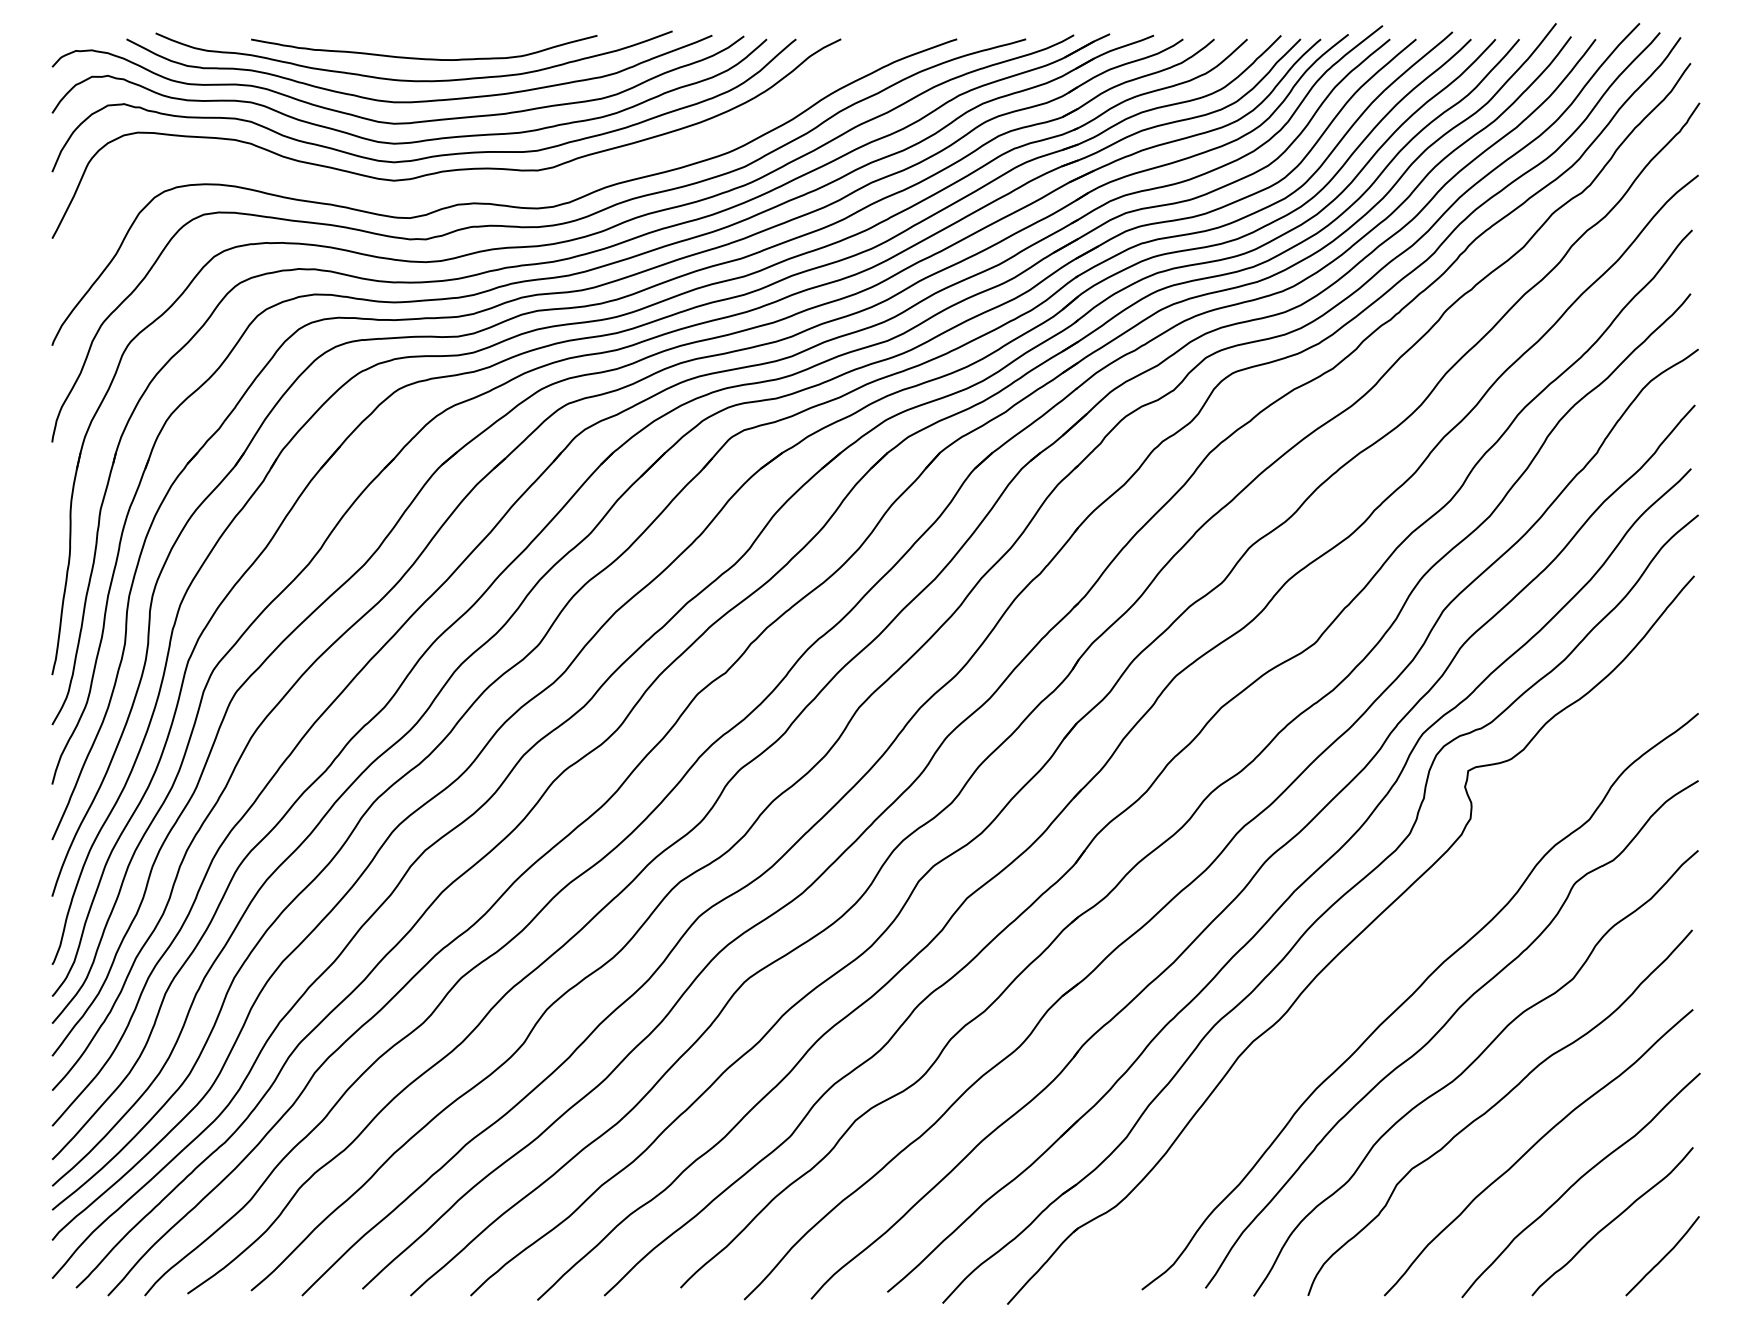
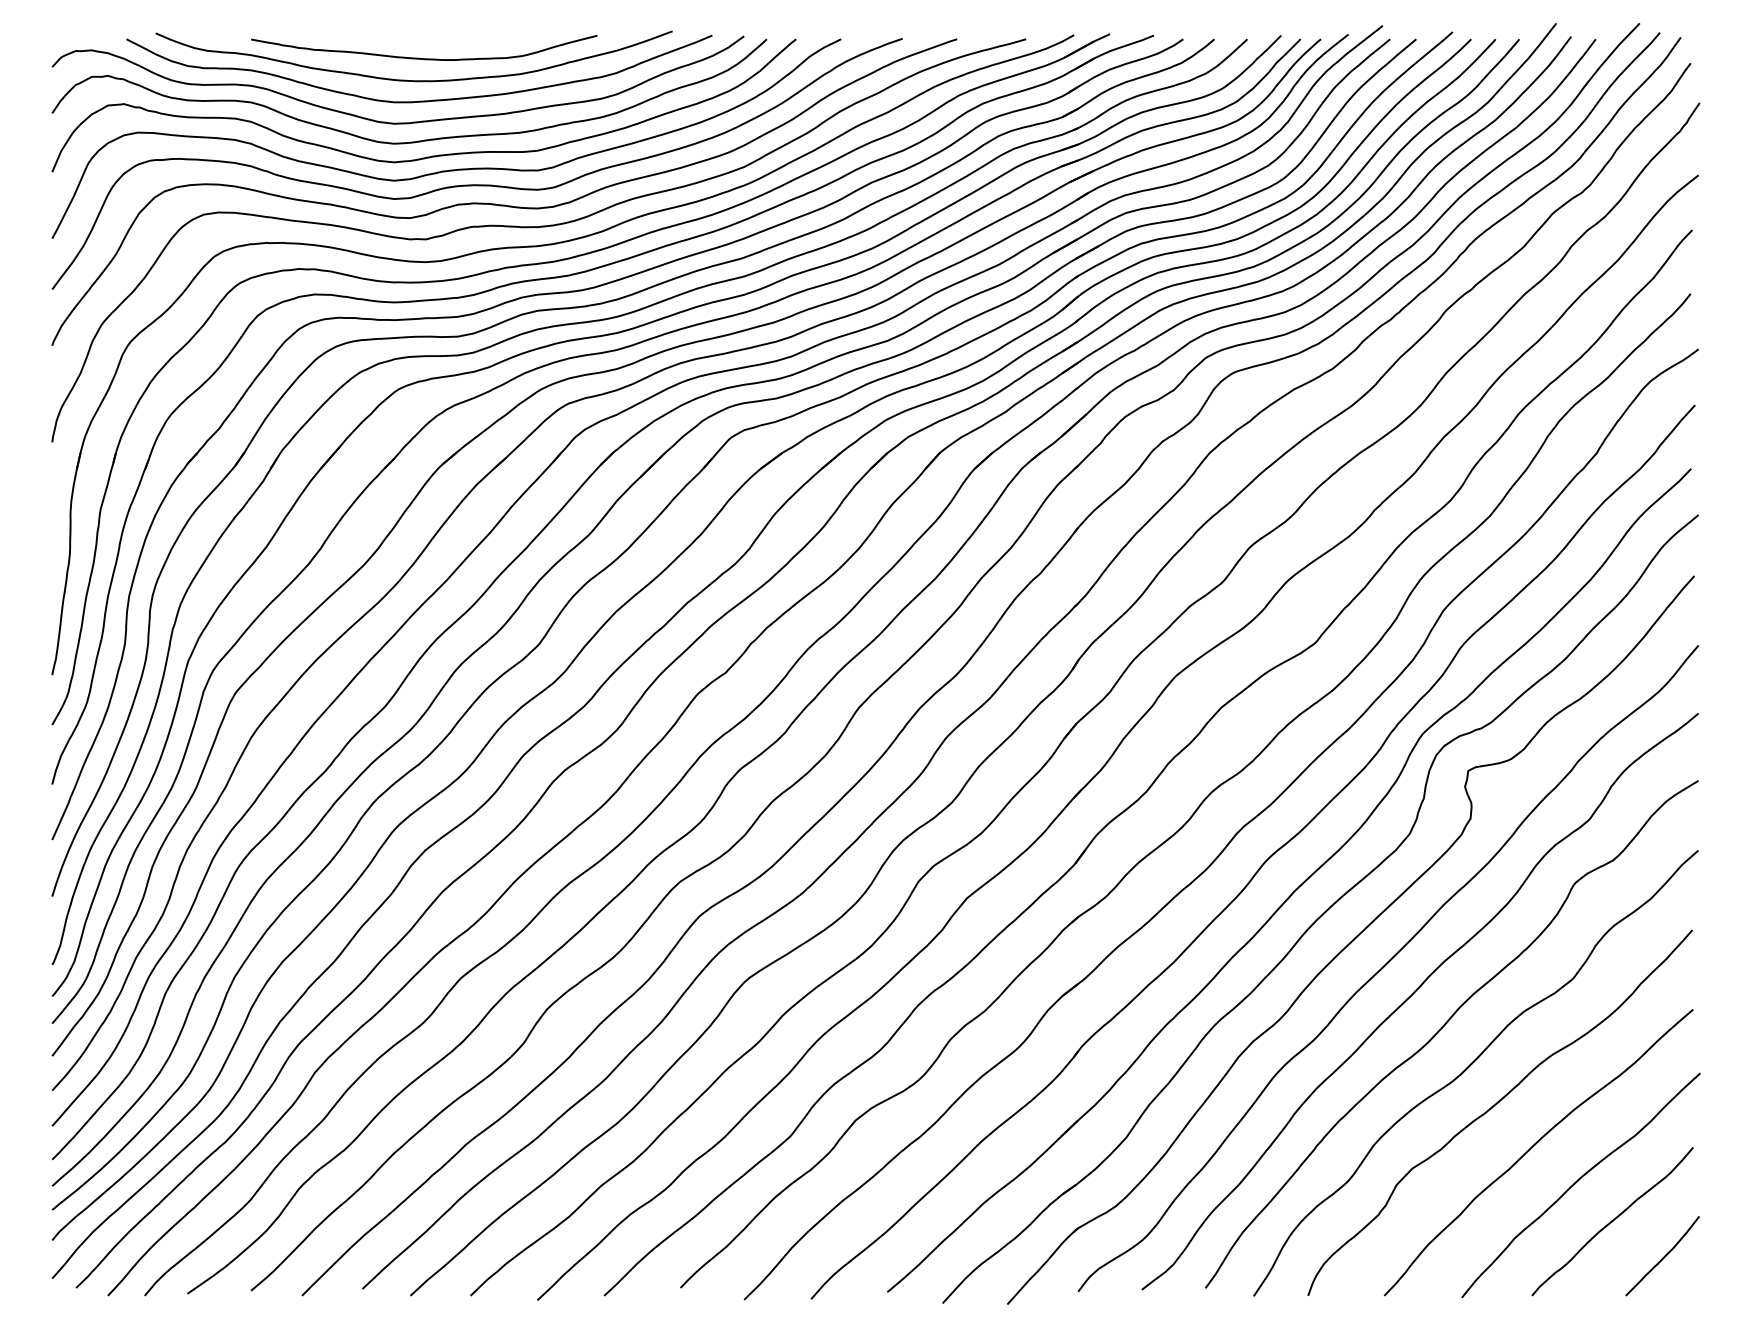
curve at (476, 184): none -> present
curve at (1385, 966): none -> present
